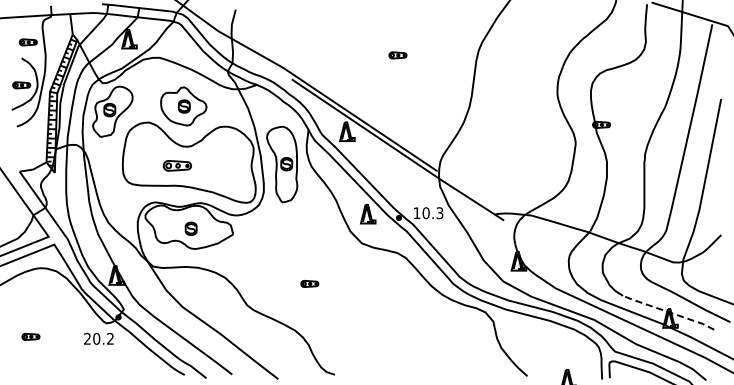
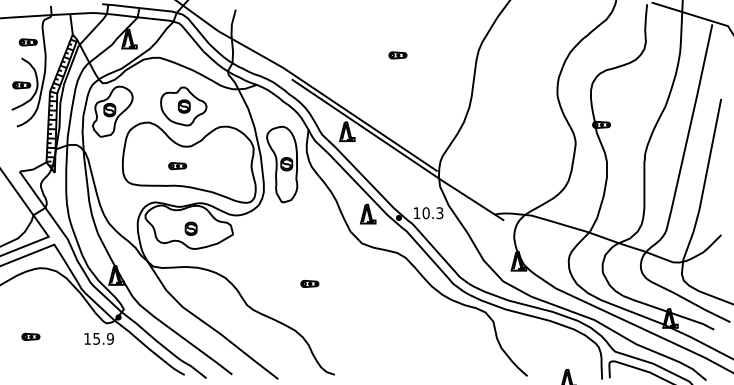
part at (176, 165) size: 30x12 px -> 20x9 px
line at (668, 312): dashed -> solid
text at (98, 338): 20.2 -> 15.9
